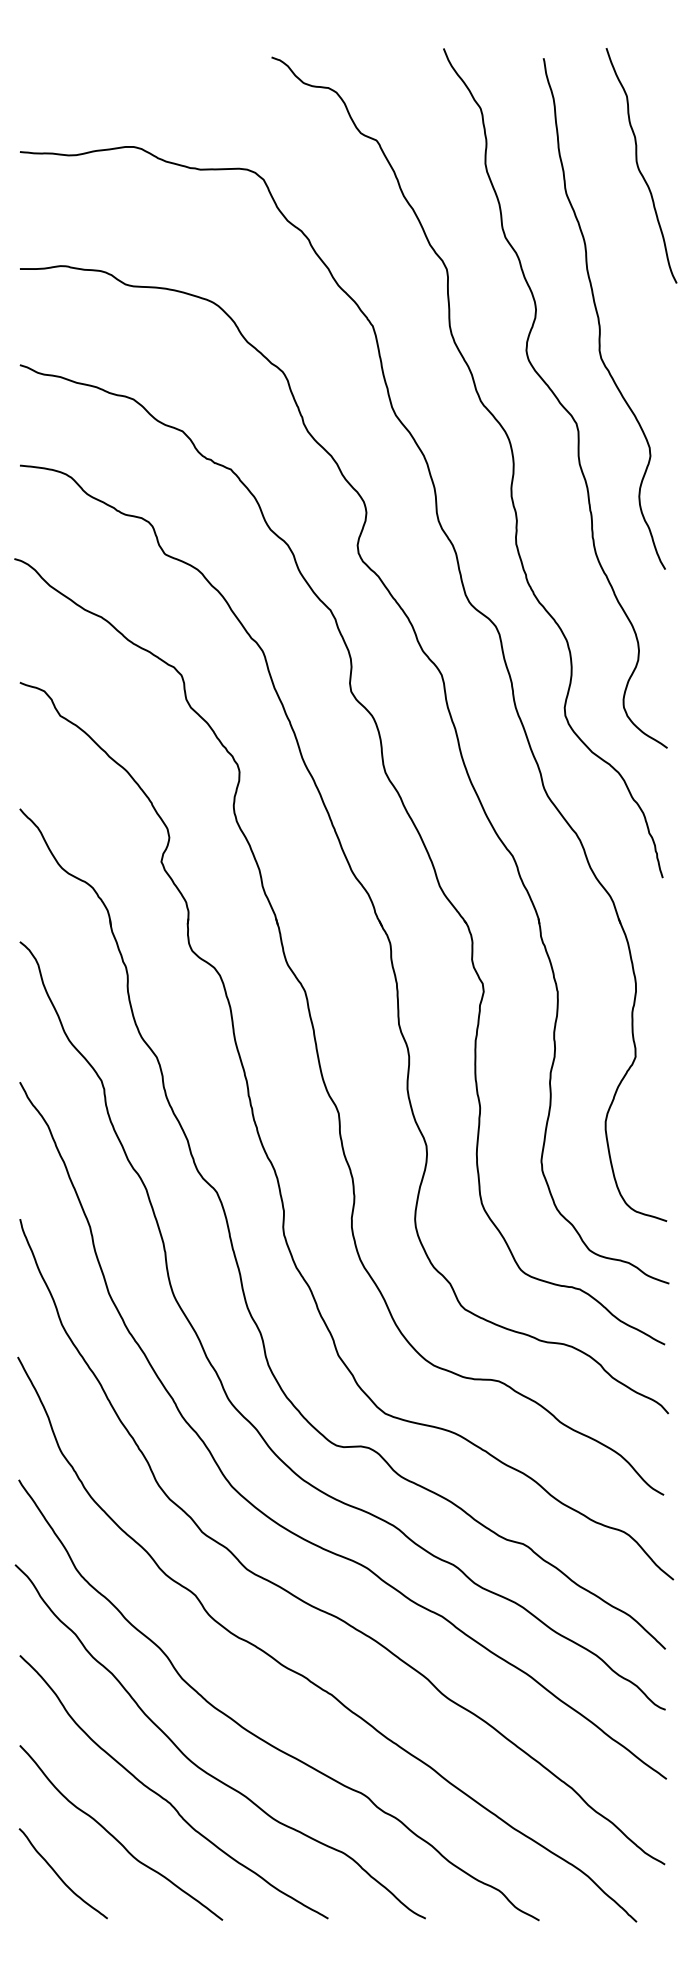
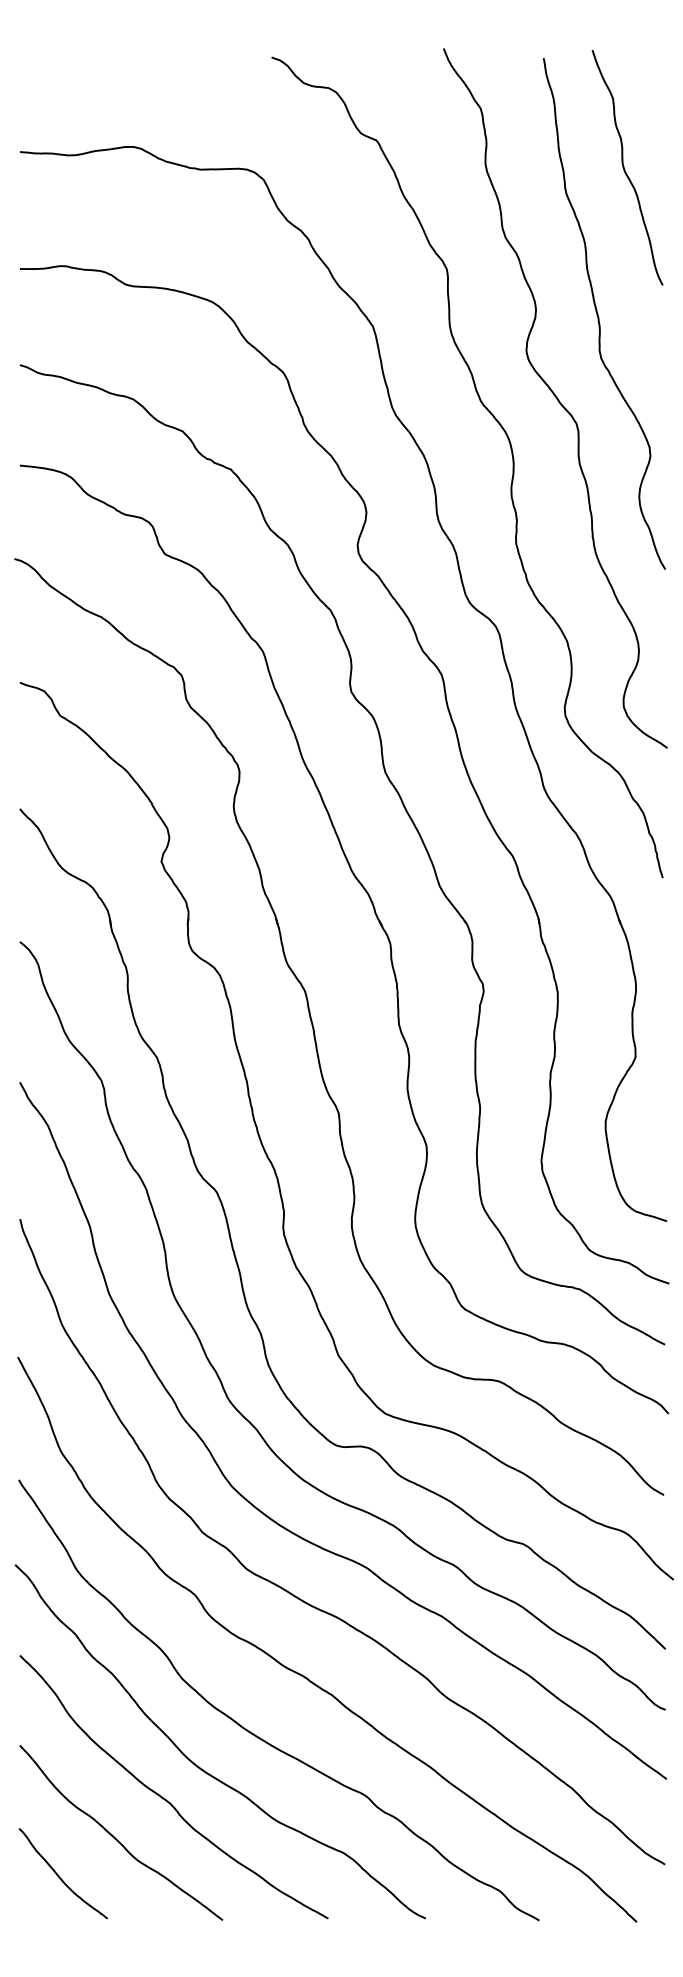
curve at (639, 167) position: (639, 167) -> (625, 169)
